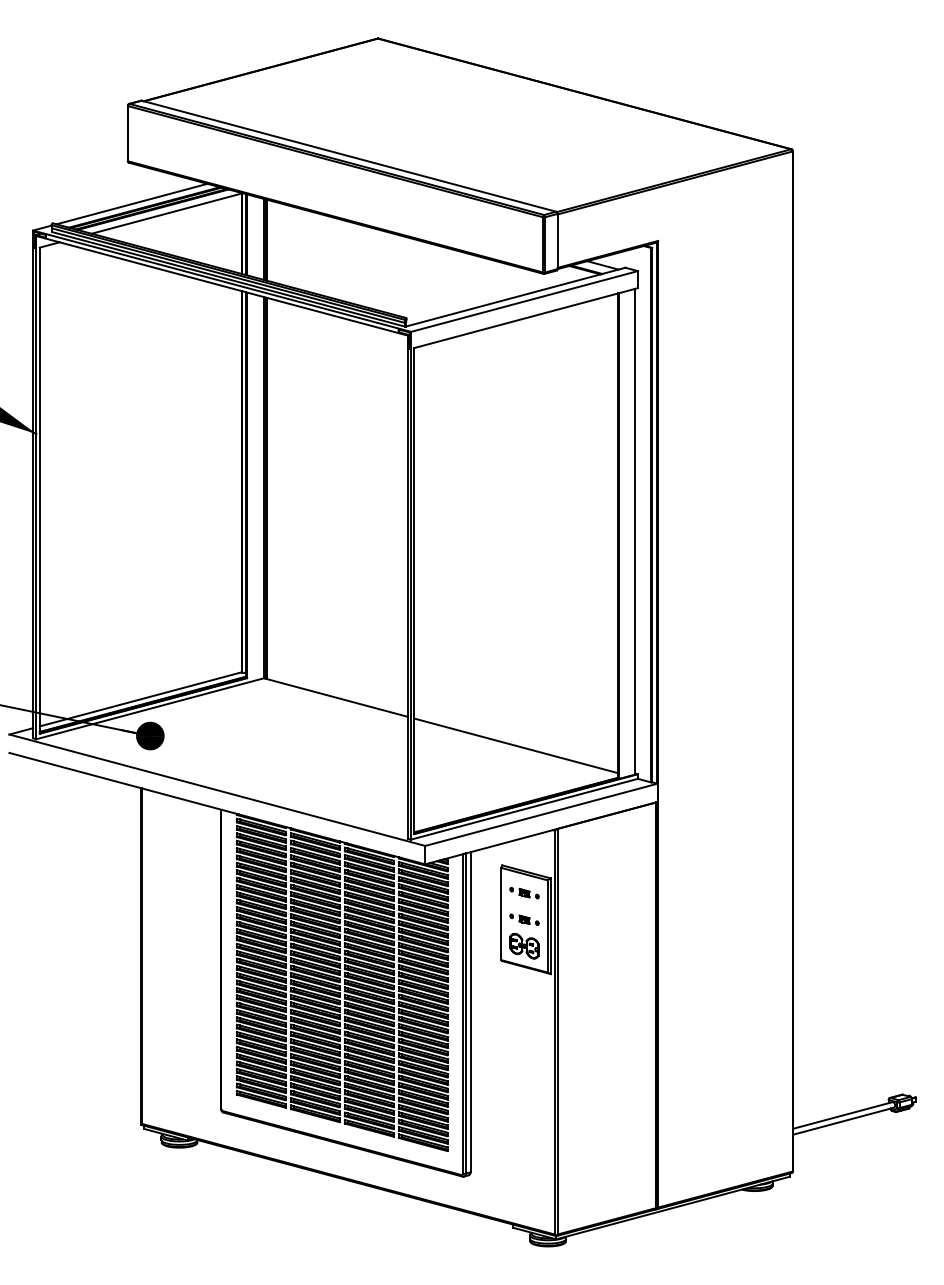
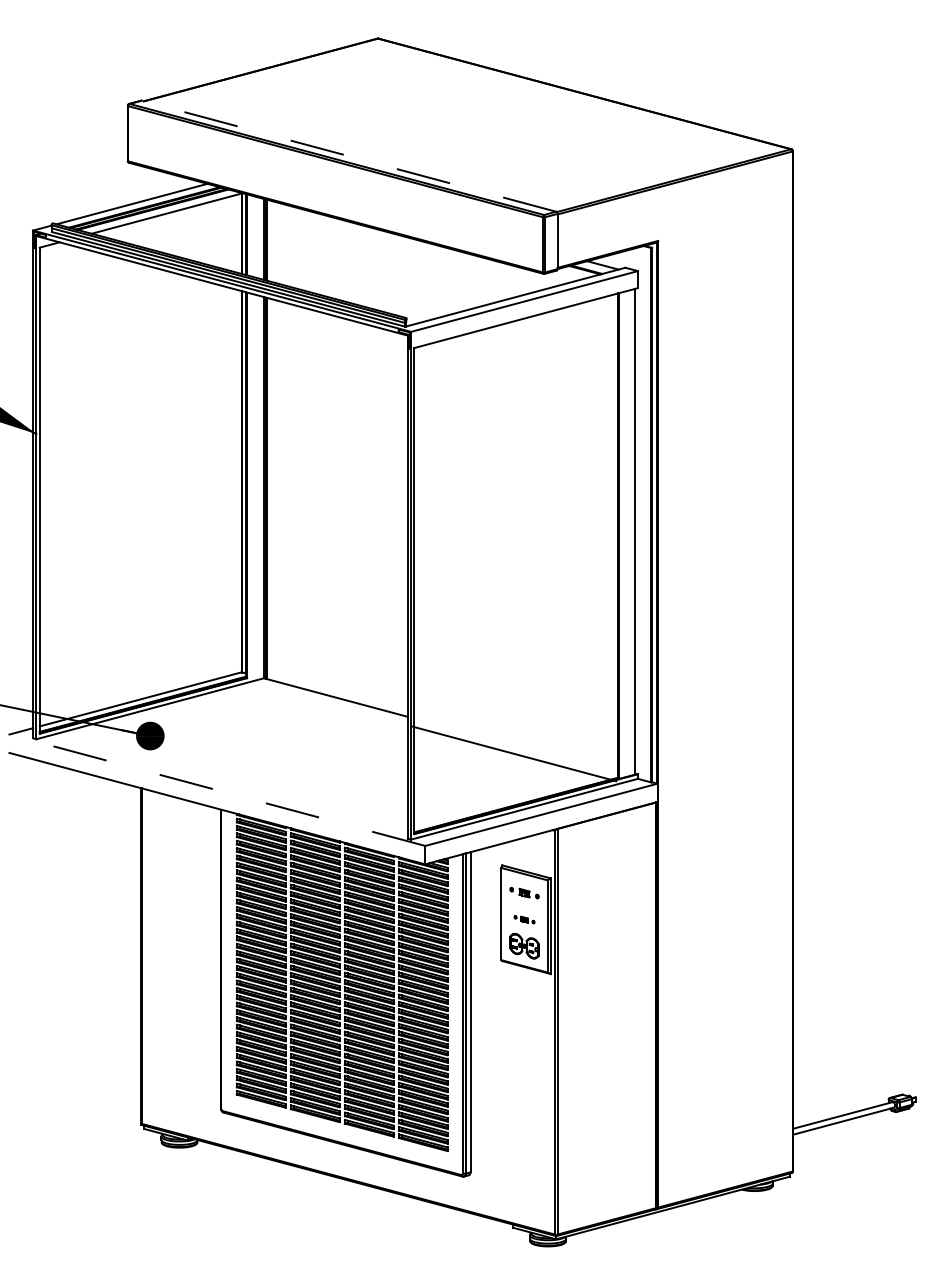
line at (349, 156): solid -> dashed
line at (516, 745) position: (516, 745) -> (514, 753)
line at (216, 790): solid -> dashed
part at (524, 919) size: 31x13 px -> 23x10 px
